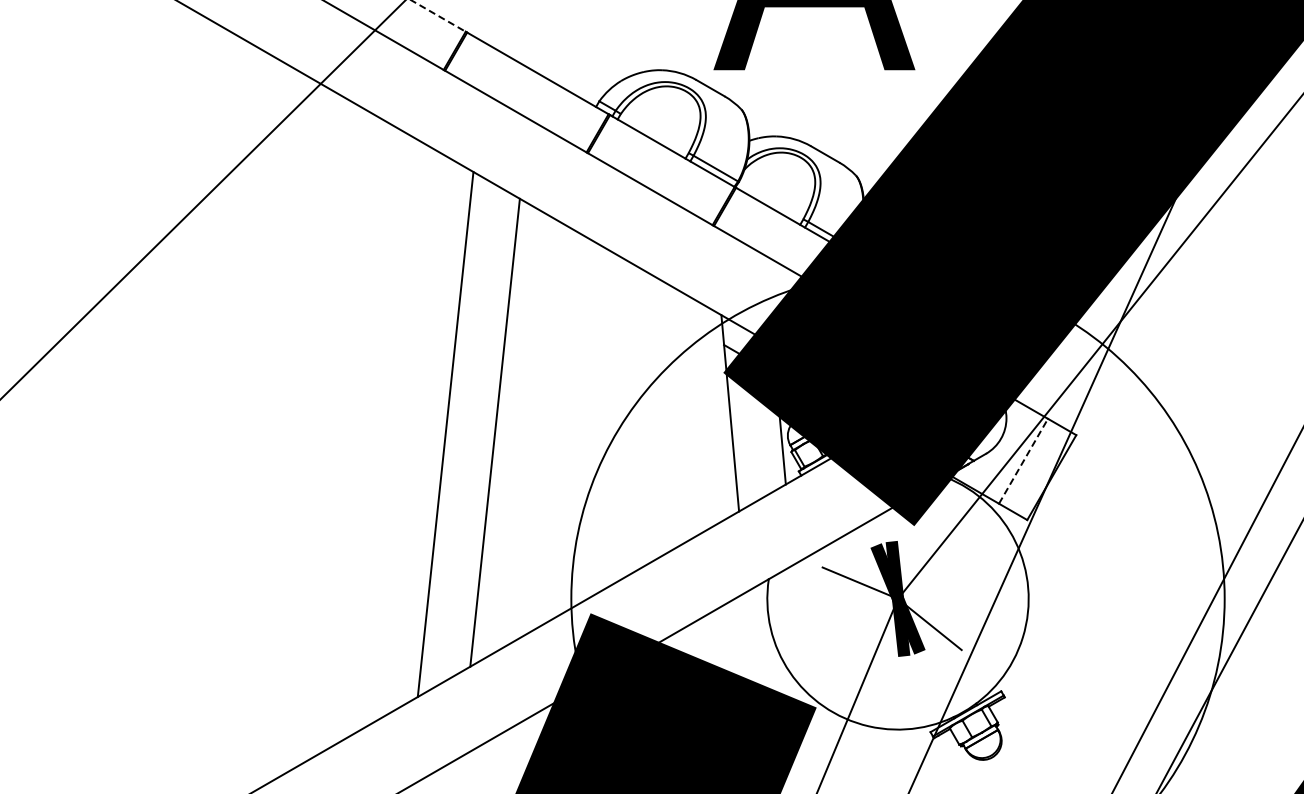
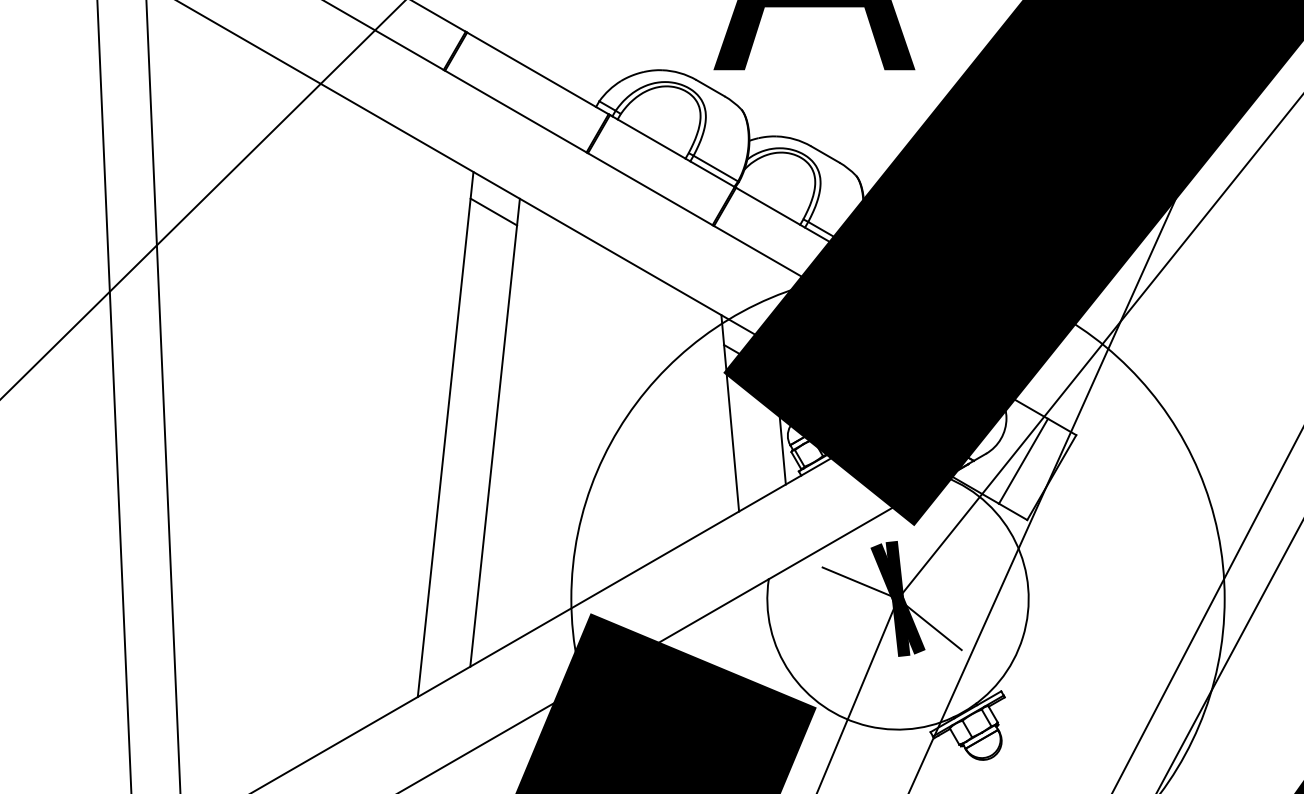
line at (439, 16): dashed -> solid
line at (493, 211): none -> present
line at (114, 396): none -> present
line at (163, 396): none -> present
line at (1023, 460): dashed -> solid
